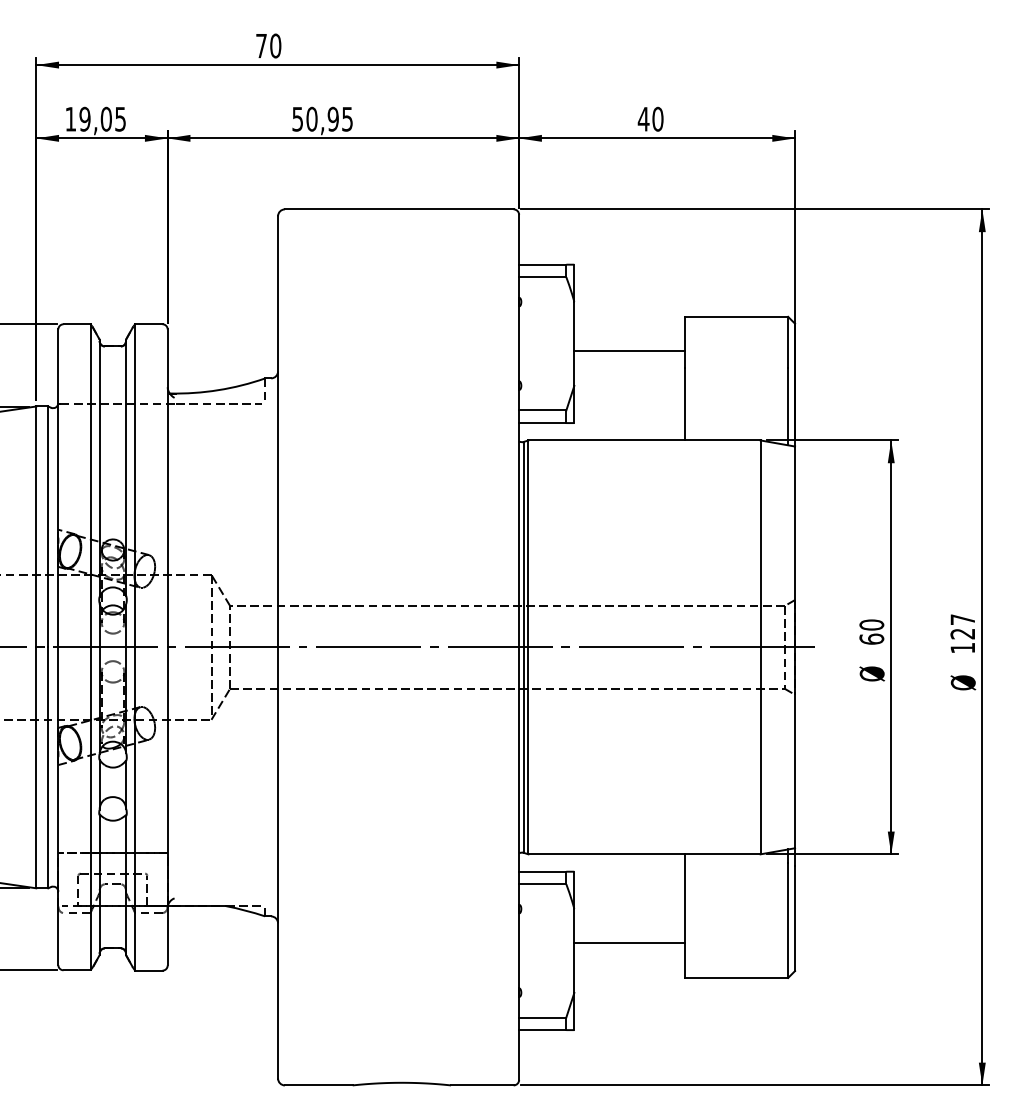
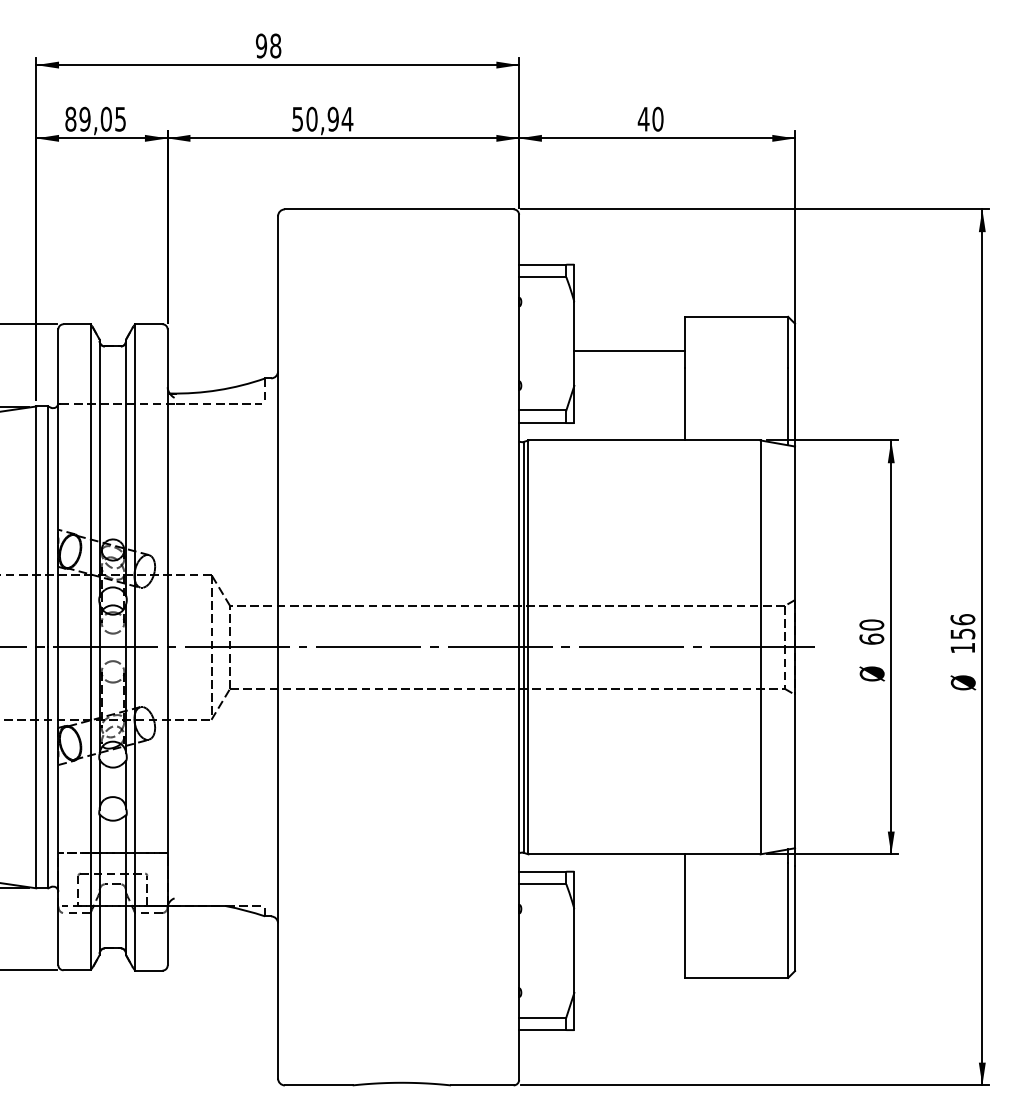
text at (268, 45): 70 -> 98
text at (70, 118): 19,05 -> 89,05
text at (347, 119): 50,95 -> 50,94
text at (962, 626): 127 -> 156
line at (629, 943): present -> none
